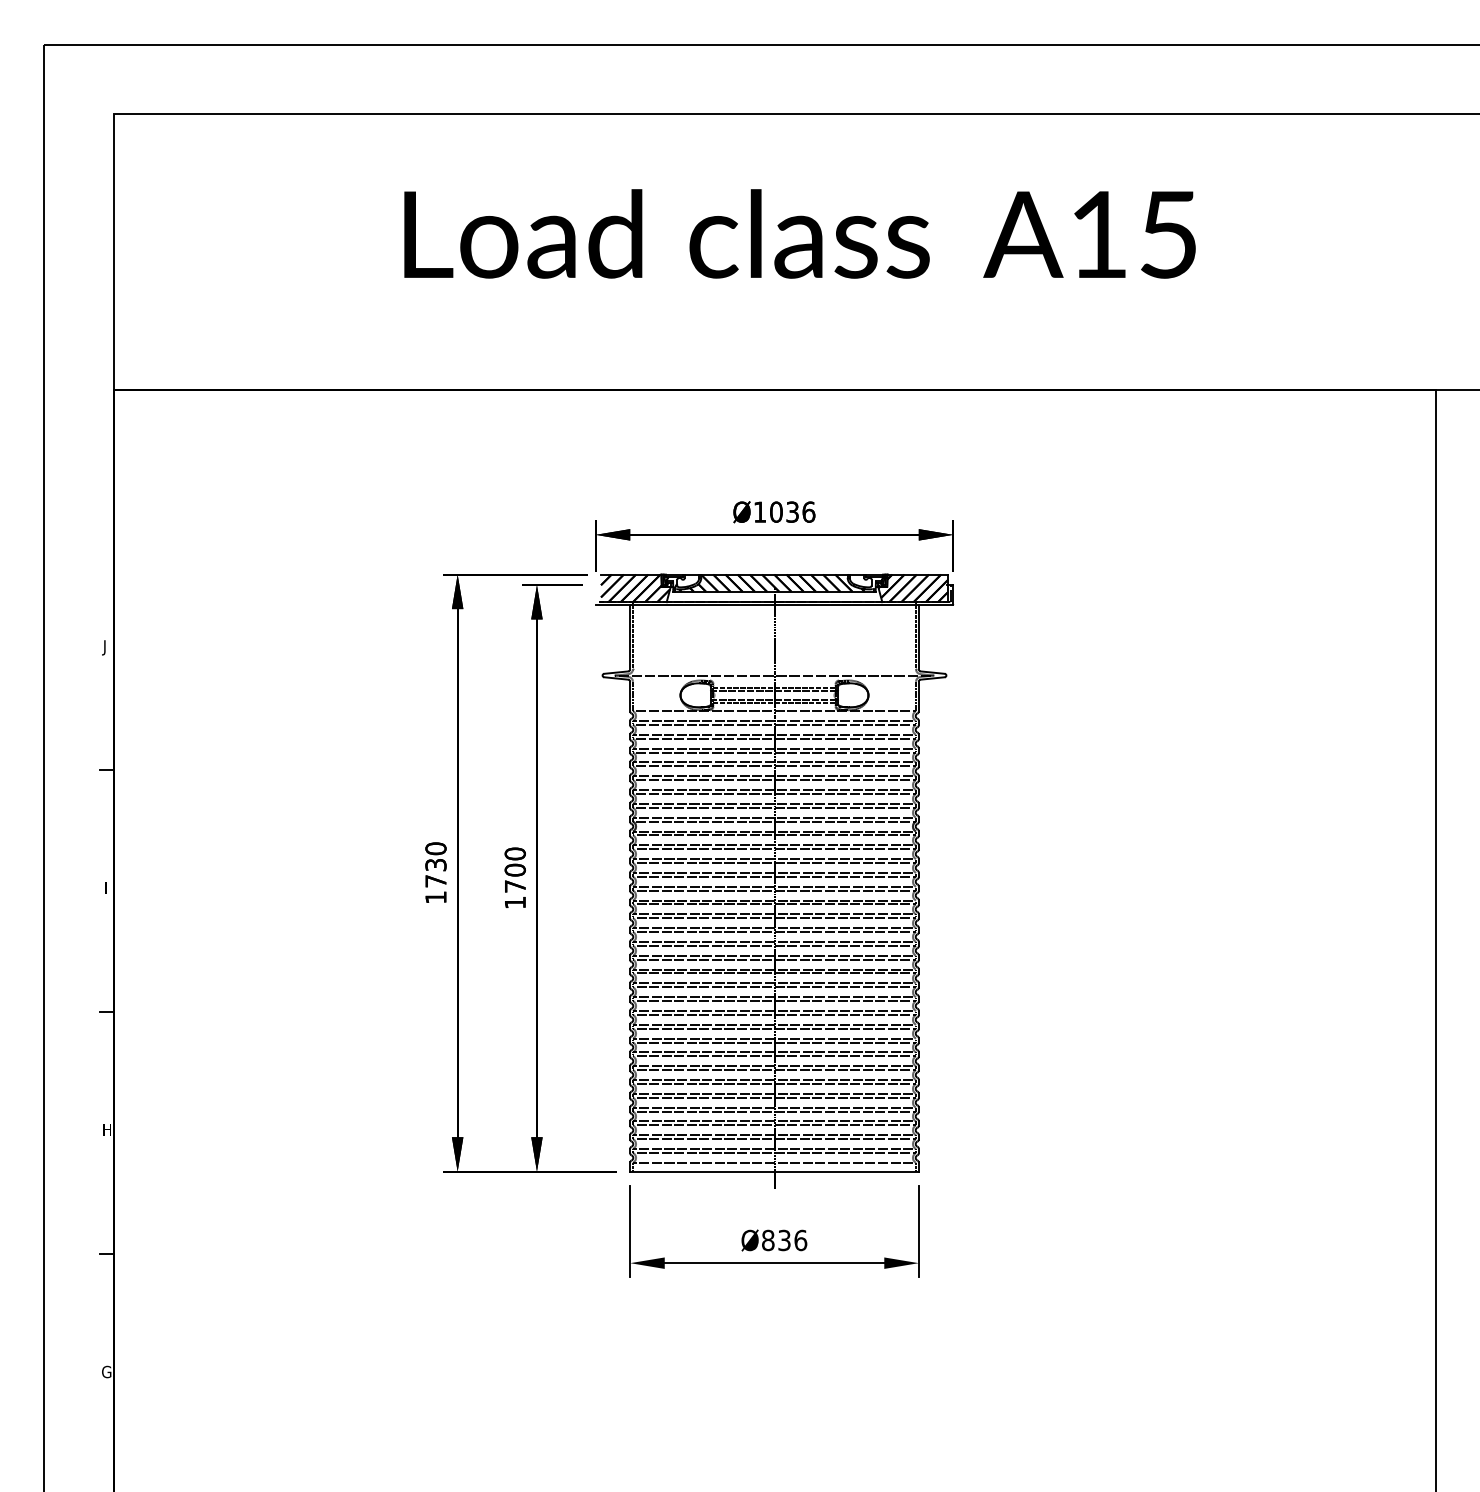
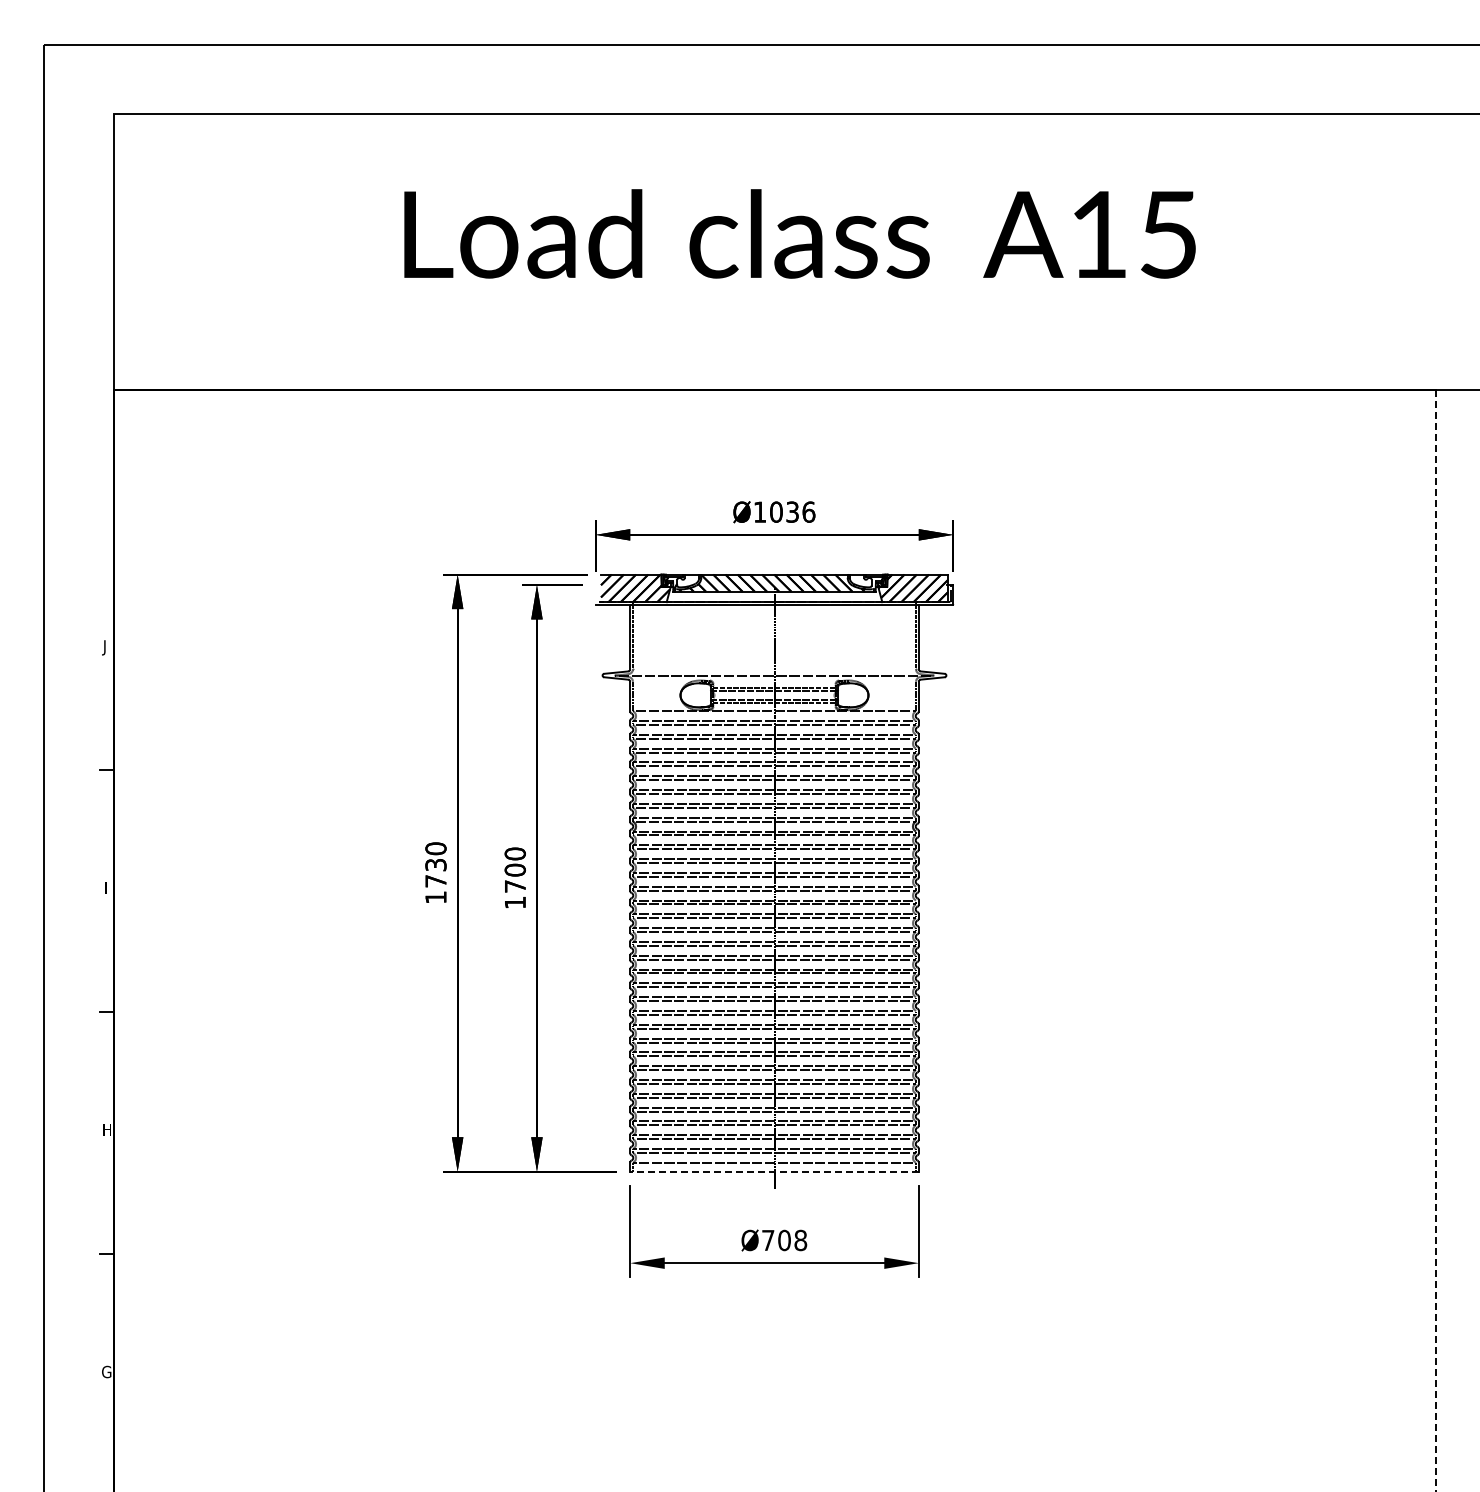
line at (1435, 940): solid -> dashed
line at (774, 1171): solid -> dashed
text at (784, 1240): Ø836 -> Ø708
